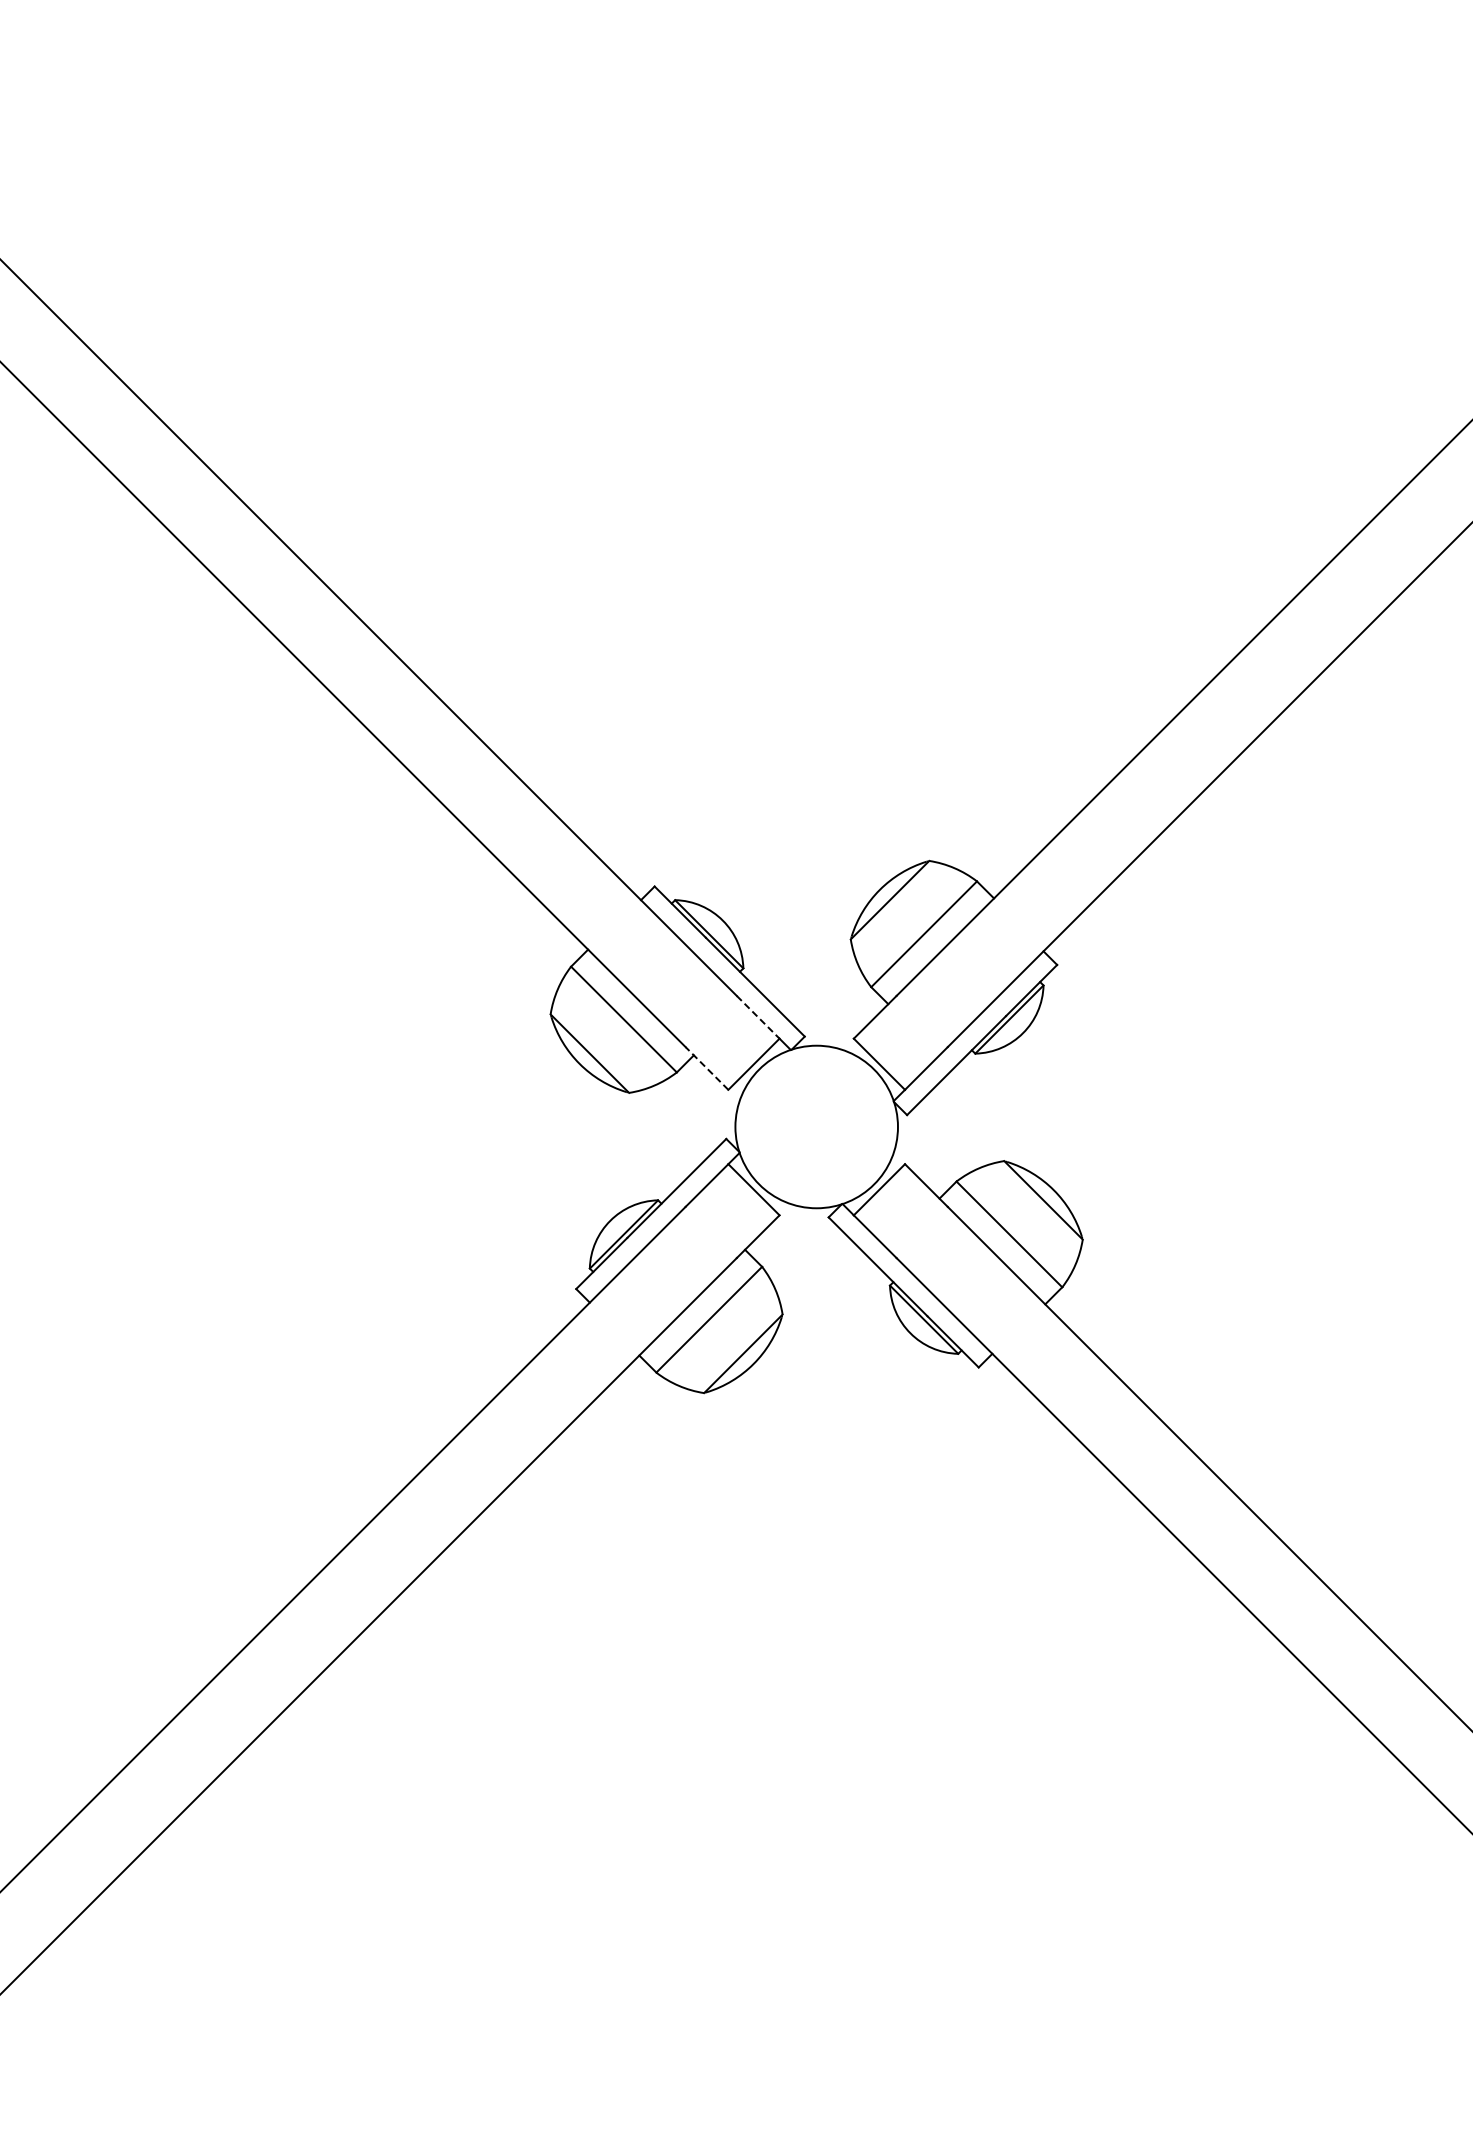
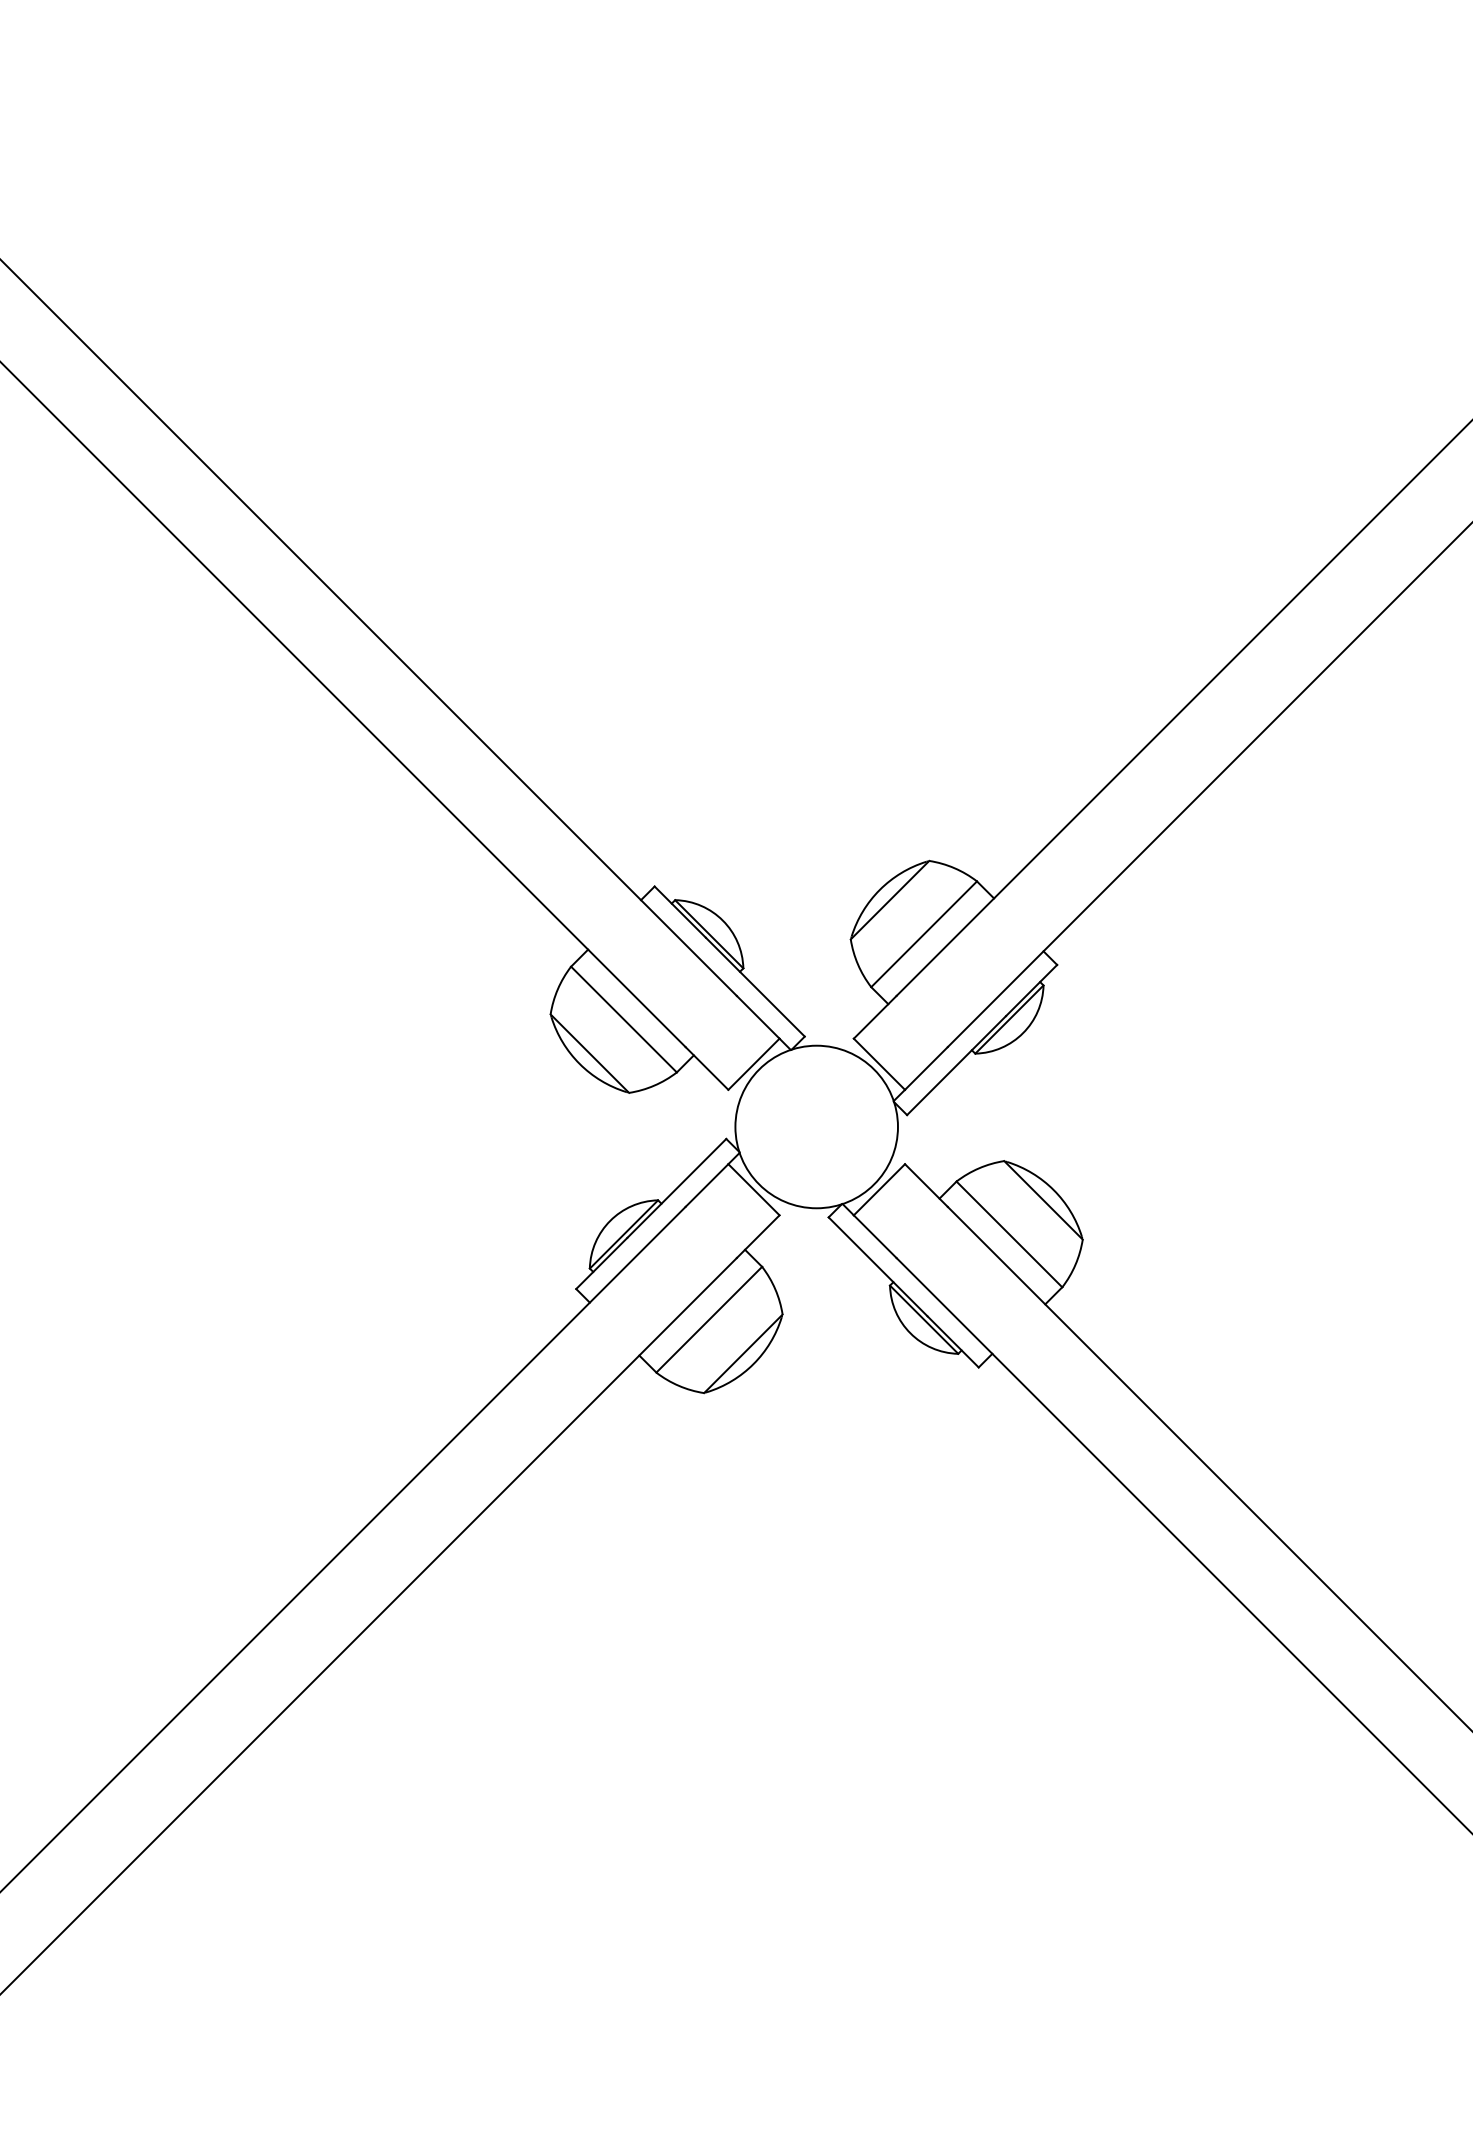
line at (758, 1017): dashed -> solid
line at (706, 1068): dashed -> solid
